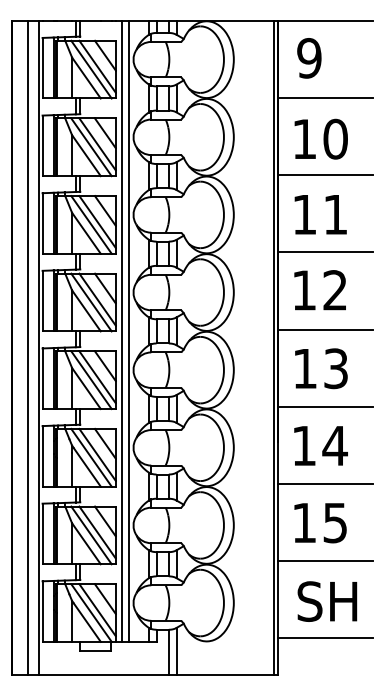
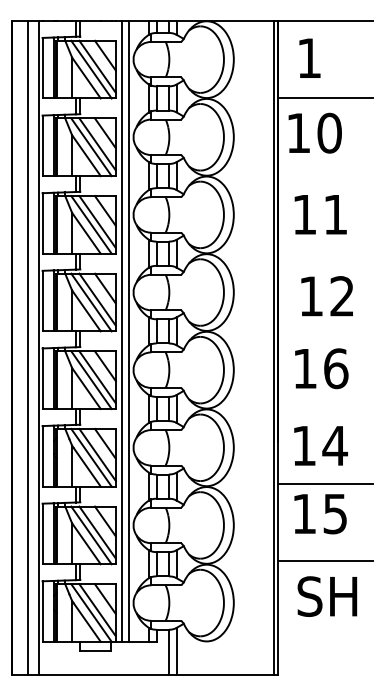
text at (309, 58): 9 -> 1
text at (320, 138) position: (320, 138) -> (314, 132)
line at (325, 175): present -> none
line at (325, 252): present -> none
text at (319, 290) position: (319, 290) -> (326, 296)
line at (325, 329): present -> none
text at (336, 368): 13 -> 16
line at (325, 406): present -> none
text at (320, 523) position: (320, 523) -> (320, 514)
text at (327, 601) position: (327, 601) -> (327, 596)
line at (325, 638): present -> none
